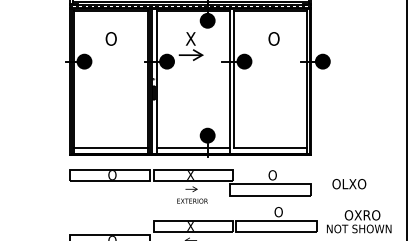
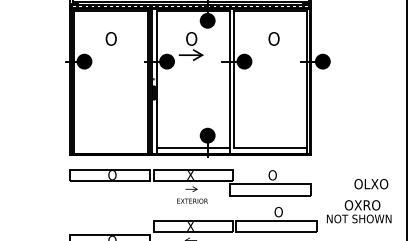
text at (191, 38): X -> O
line at (110, 147): present -> none
text at (349, 184) position: (349, 184) -> (371, 184)
text at (359, 221) position: (359, 221) -> (359, 211)
